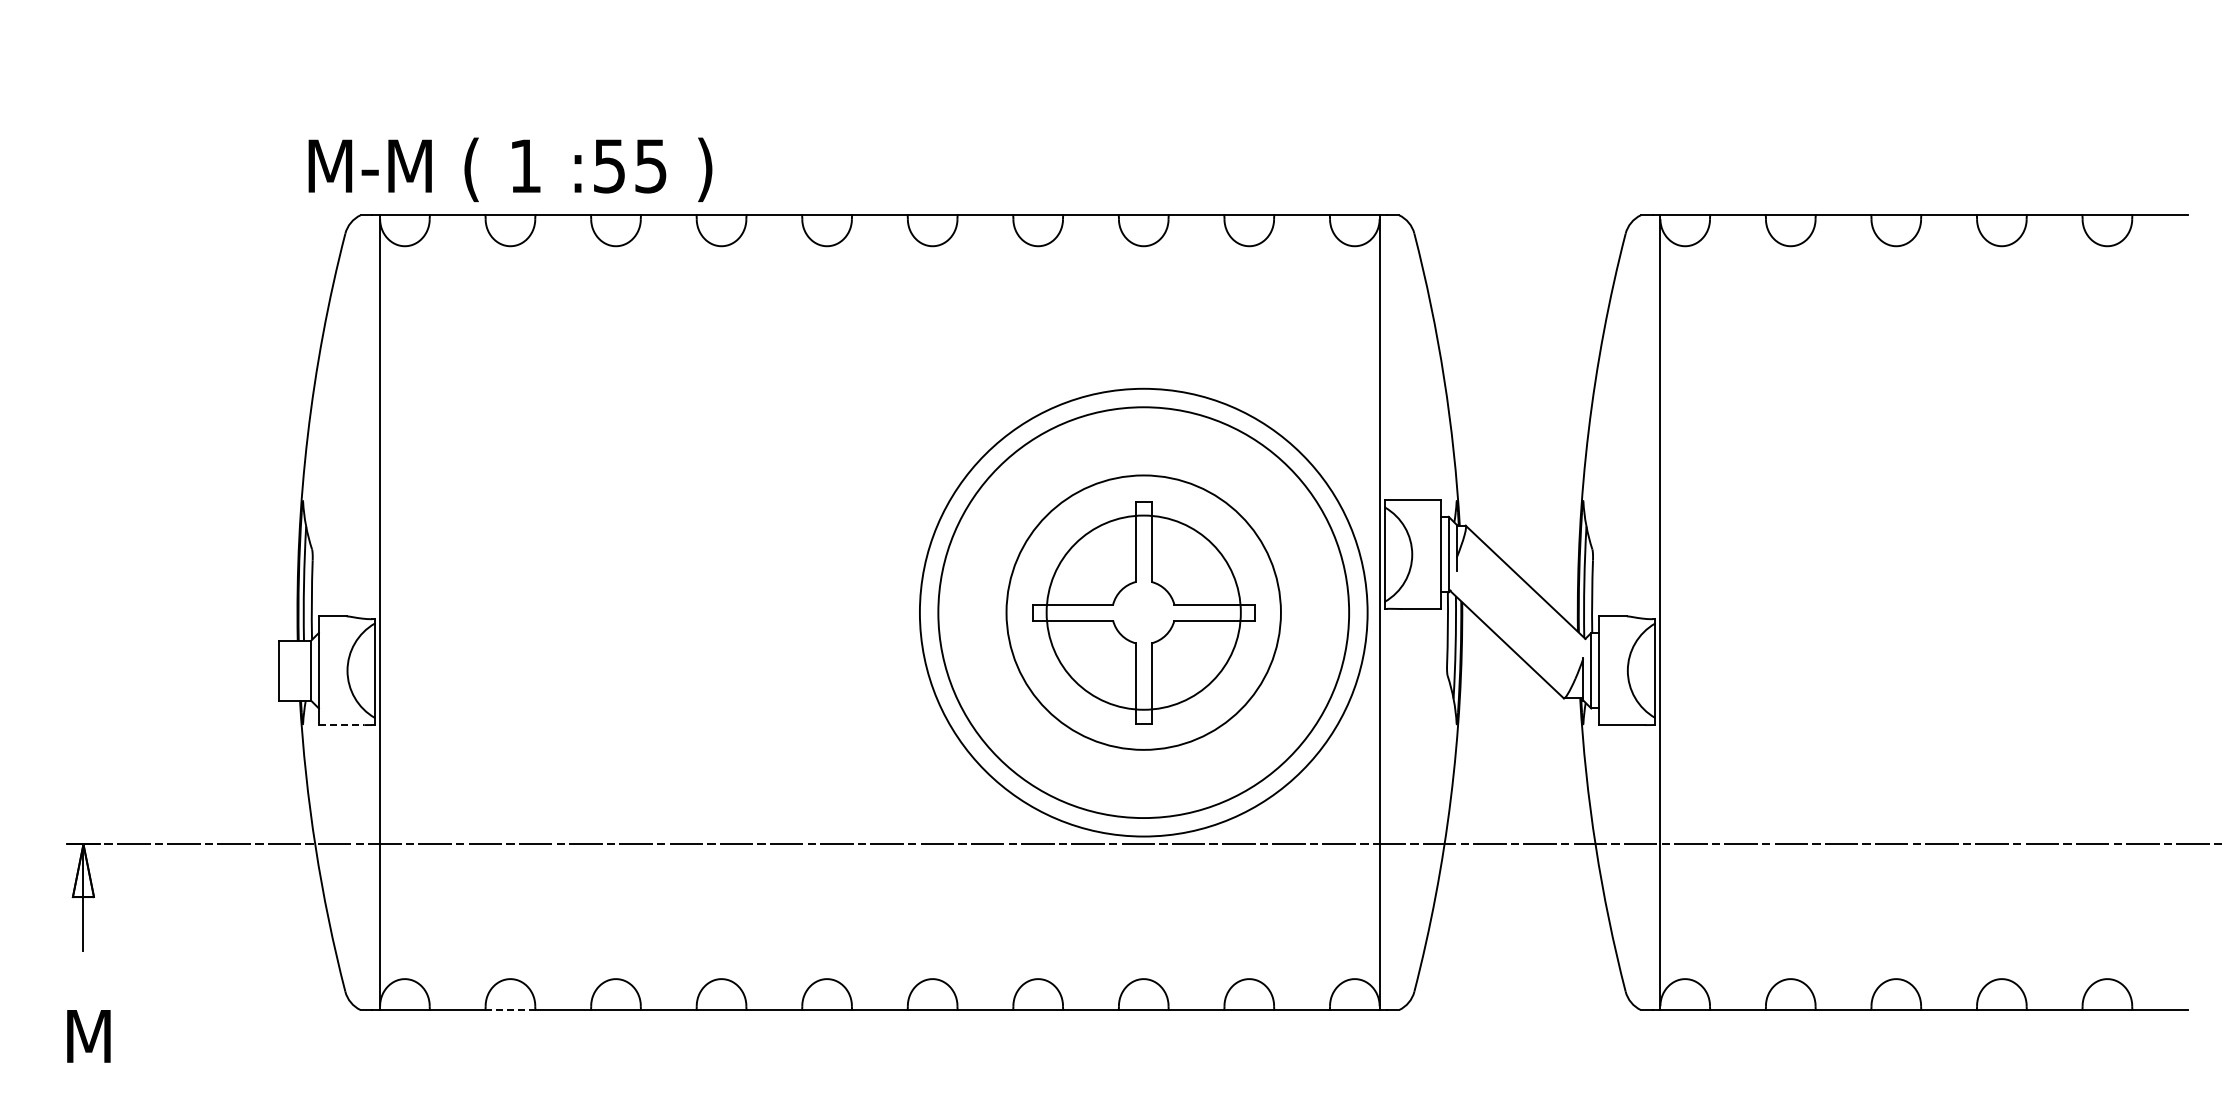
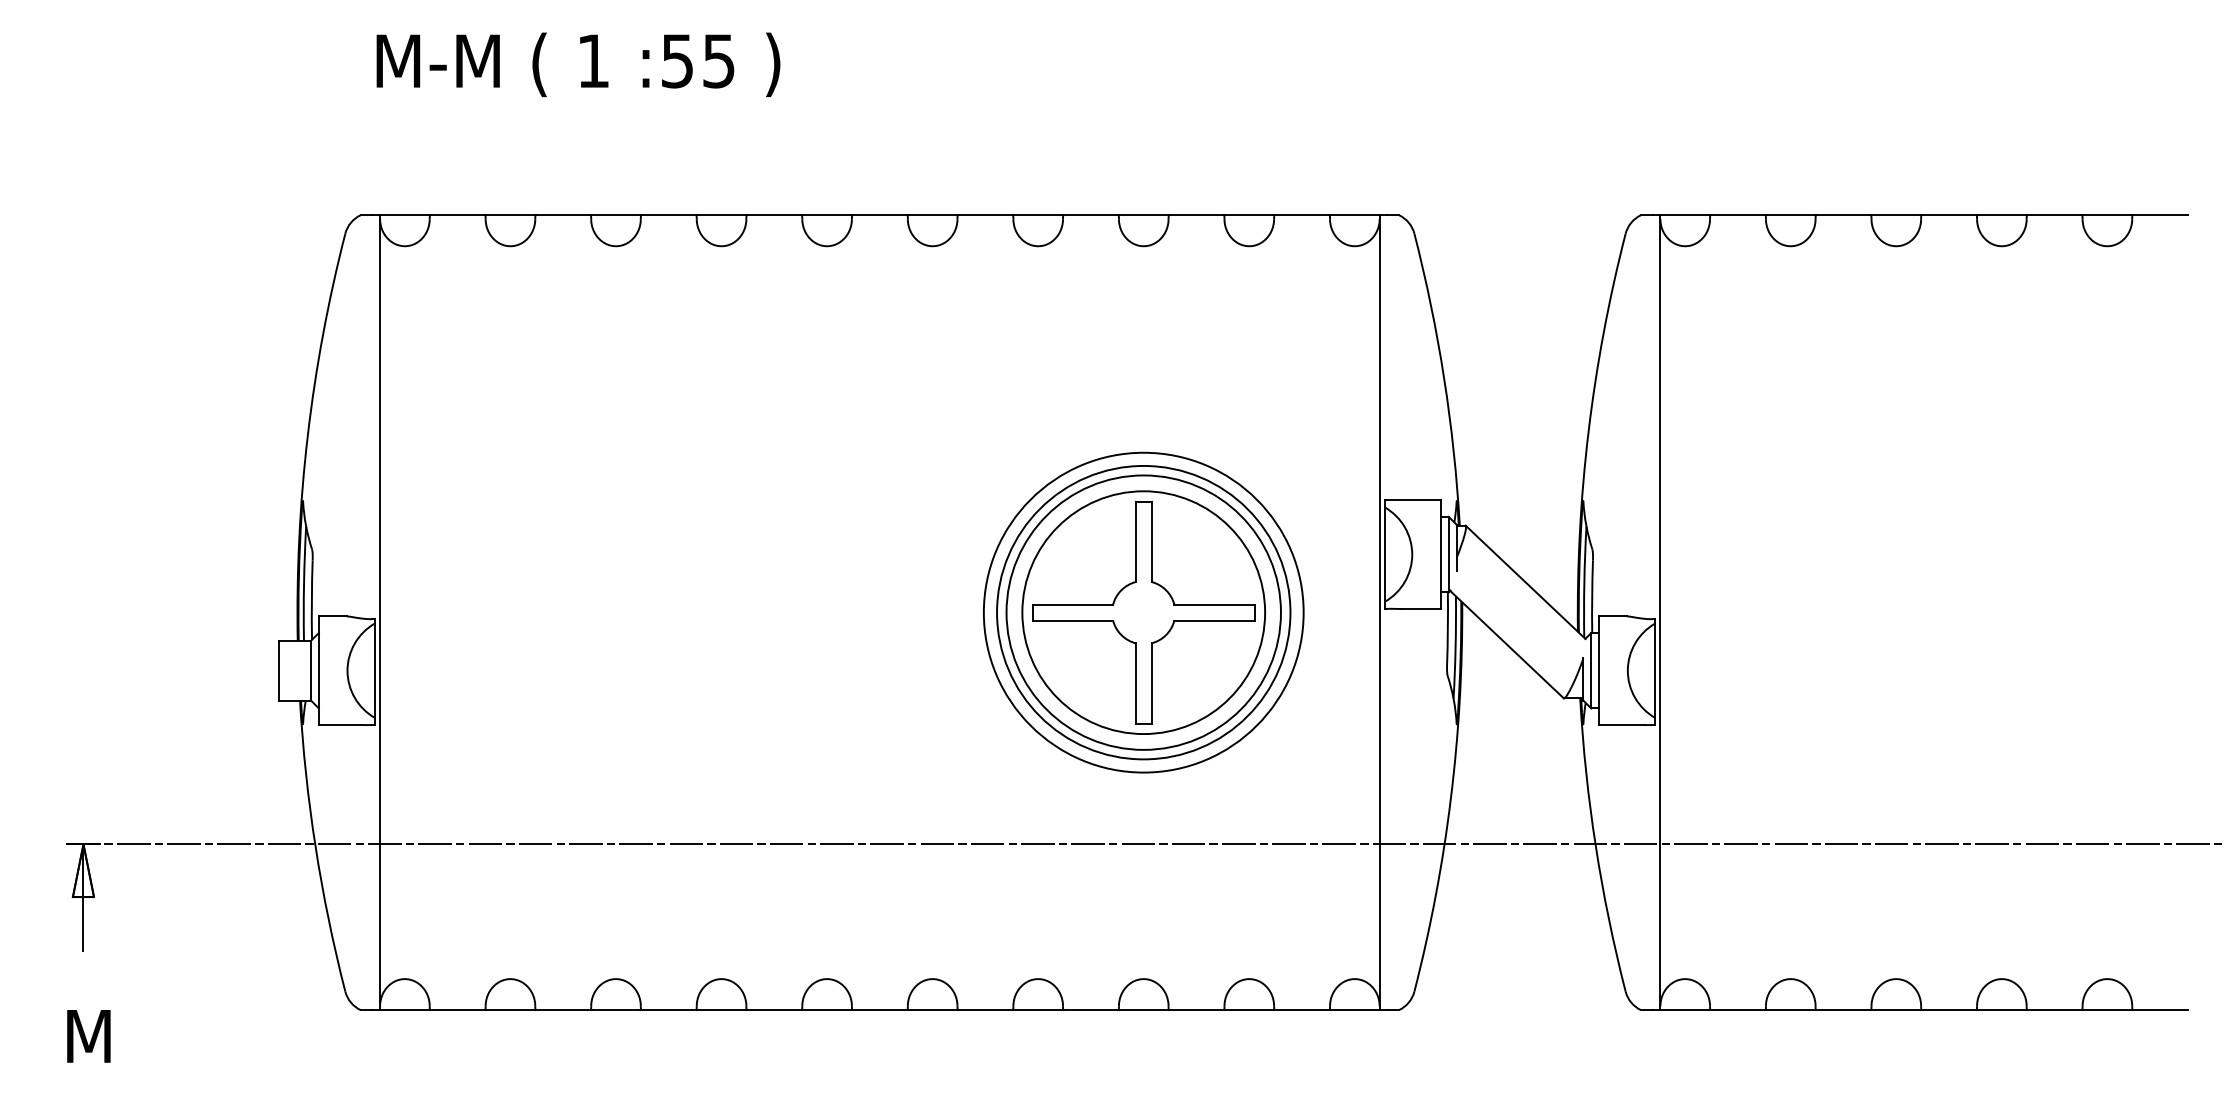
text at (510, 169) position: (510, 169) -> (578, 64)
circle at (1143, 612) diameter: 194 px -> 243 px
circle at (1143, 612) diameter: 411 px -> 293 px
circle at (1143, 612) diameter: 448 px -> 320 px
line at (341, 725): dashed -> solid
line at (509, 1010): dashed -> solid
